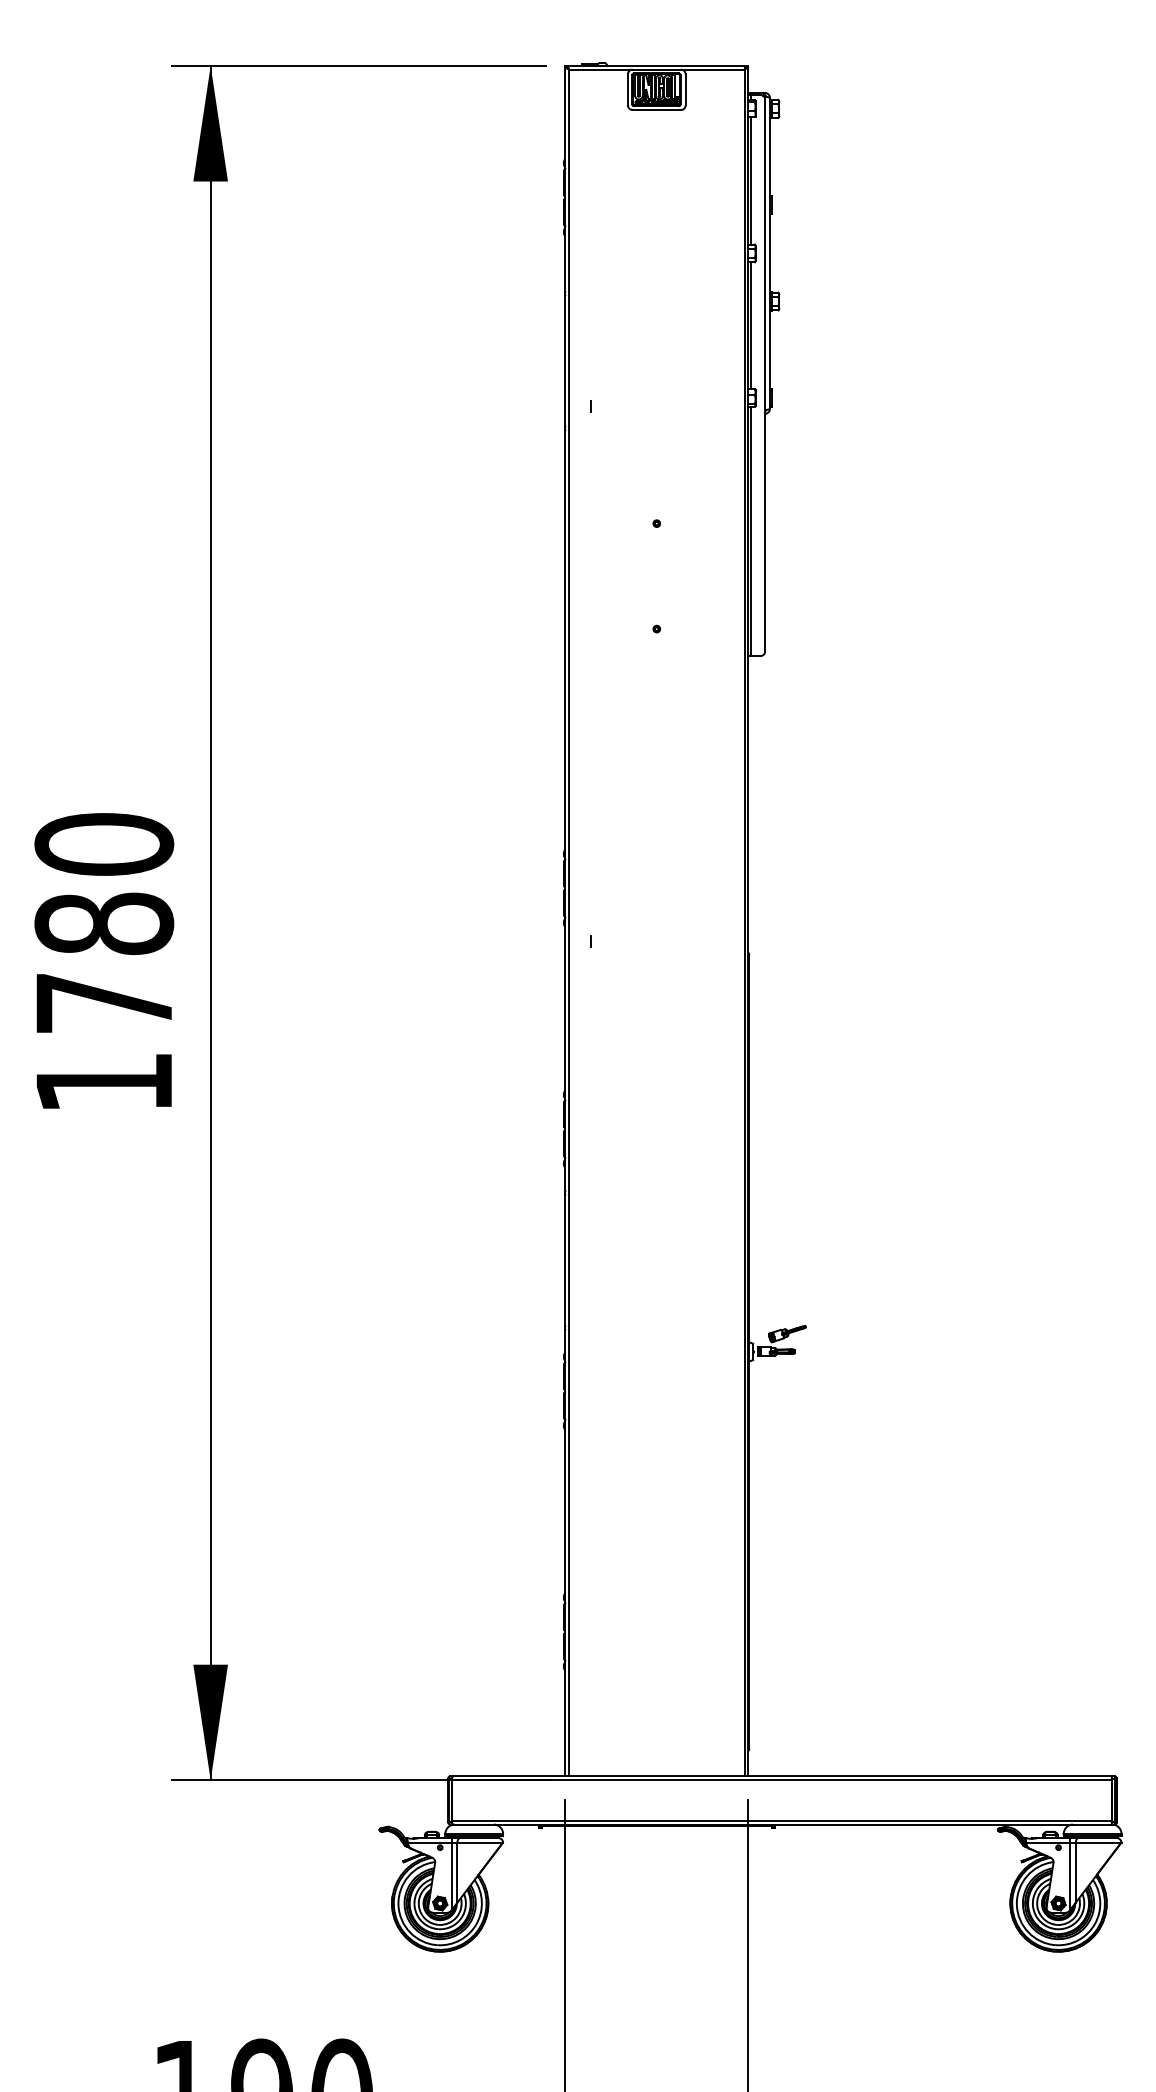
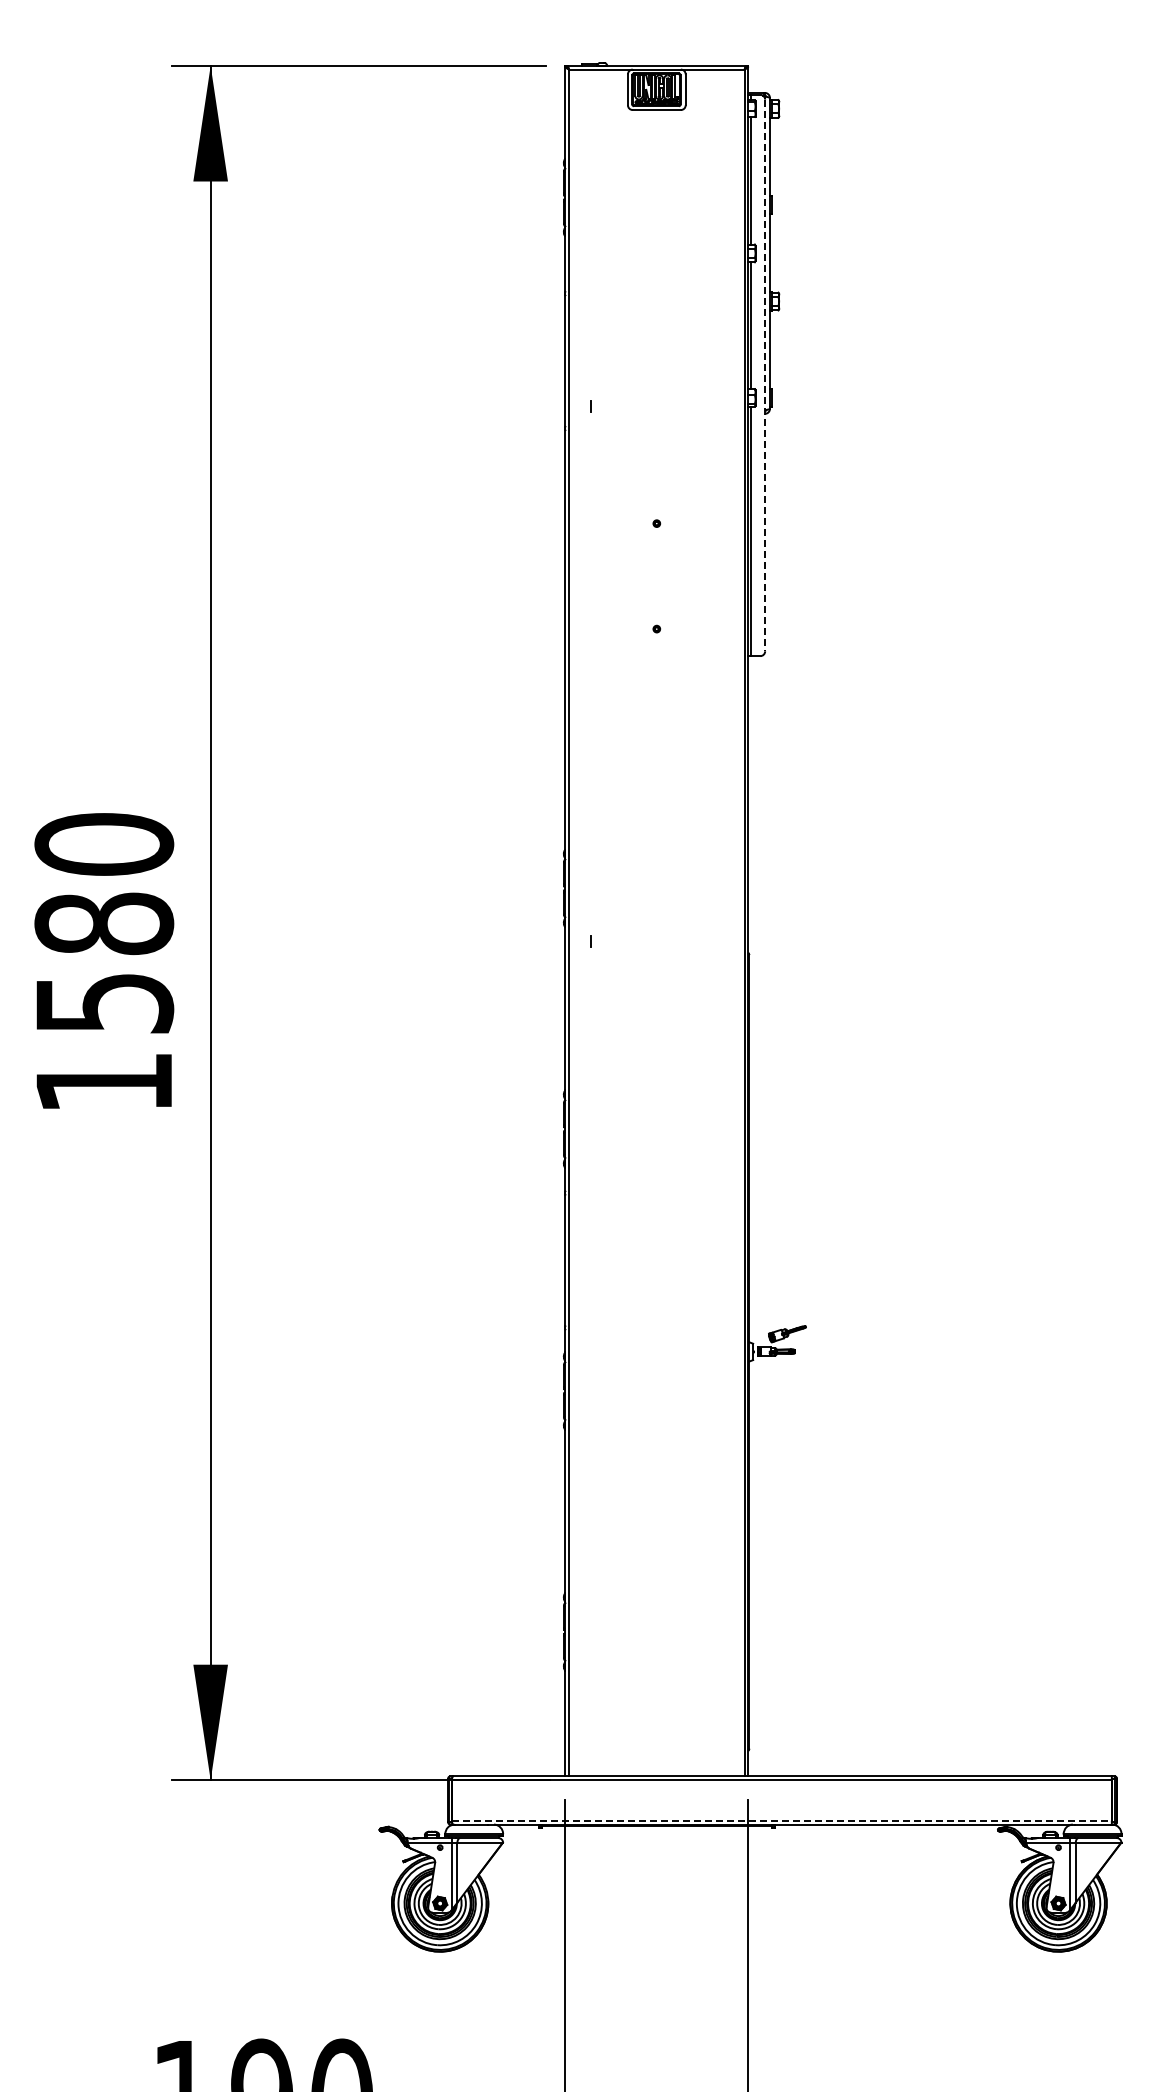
line at (765, 375): solid -> dashed
text at (105, 1003): 1780 -> 1580
line at (781, 1820): solid -> dashed
